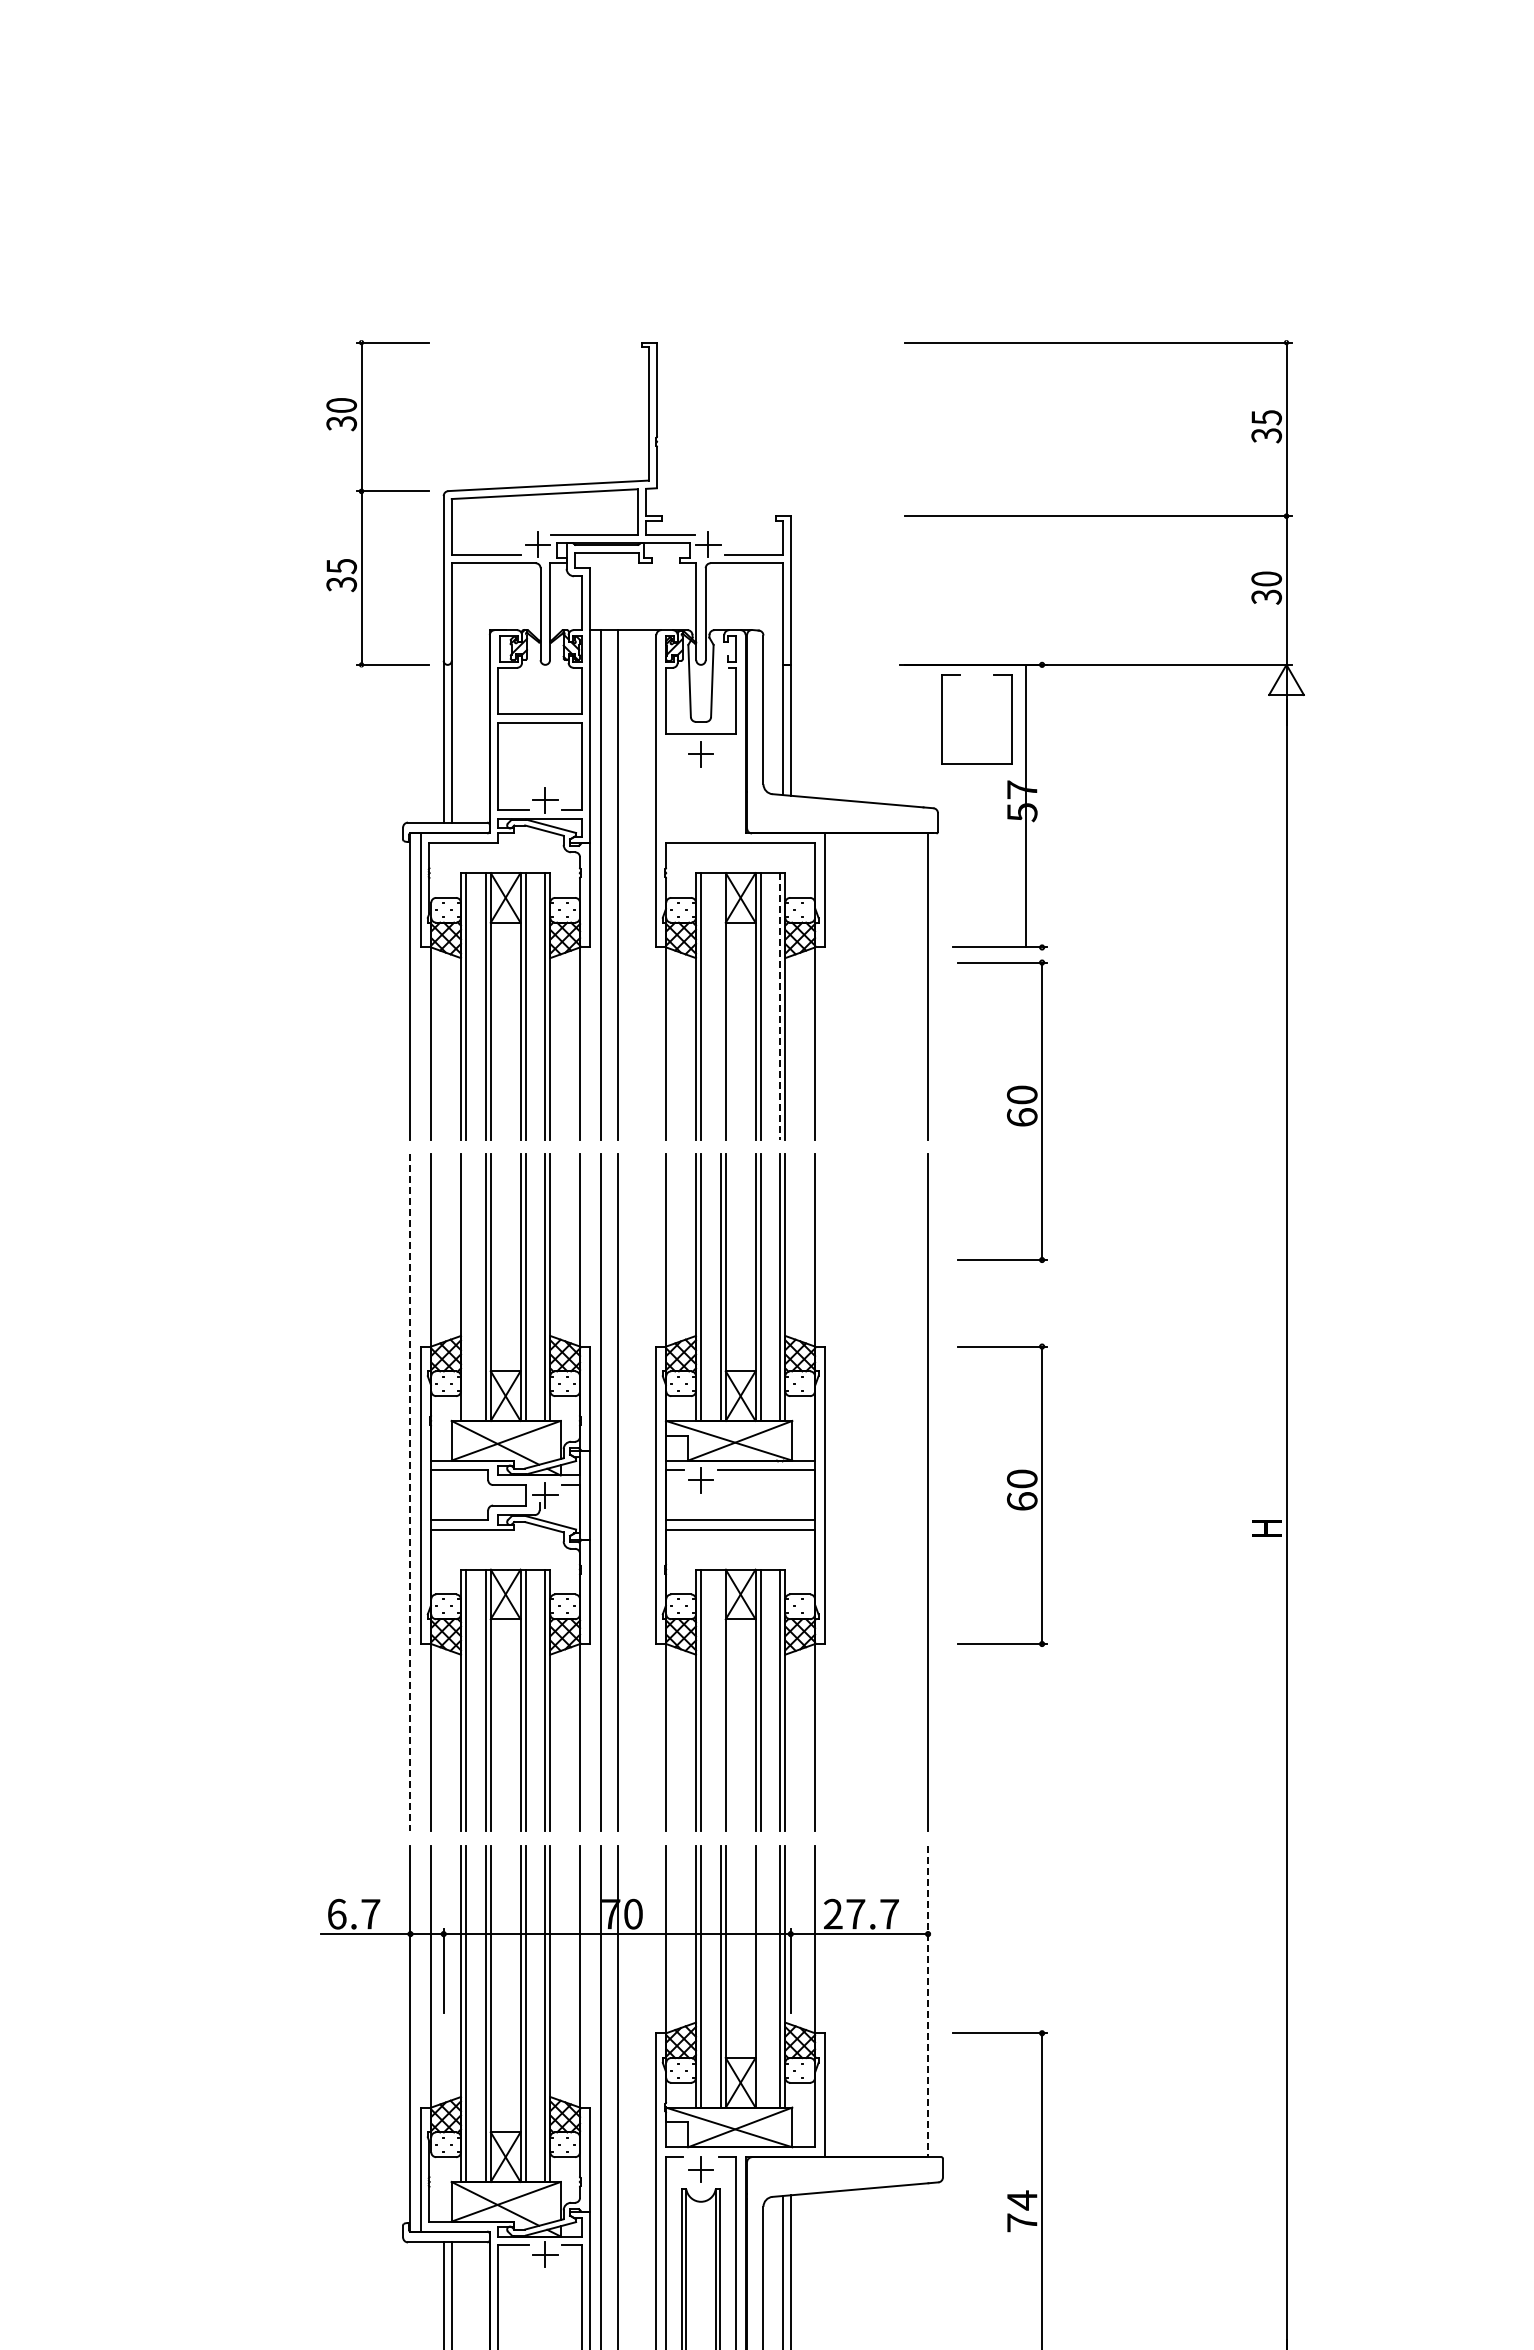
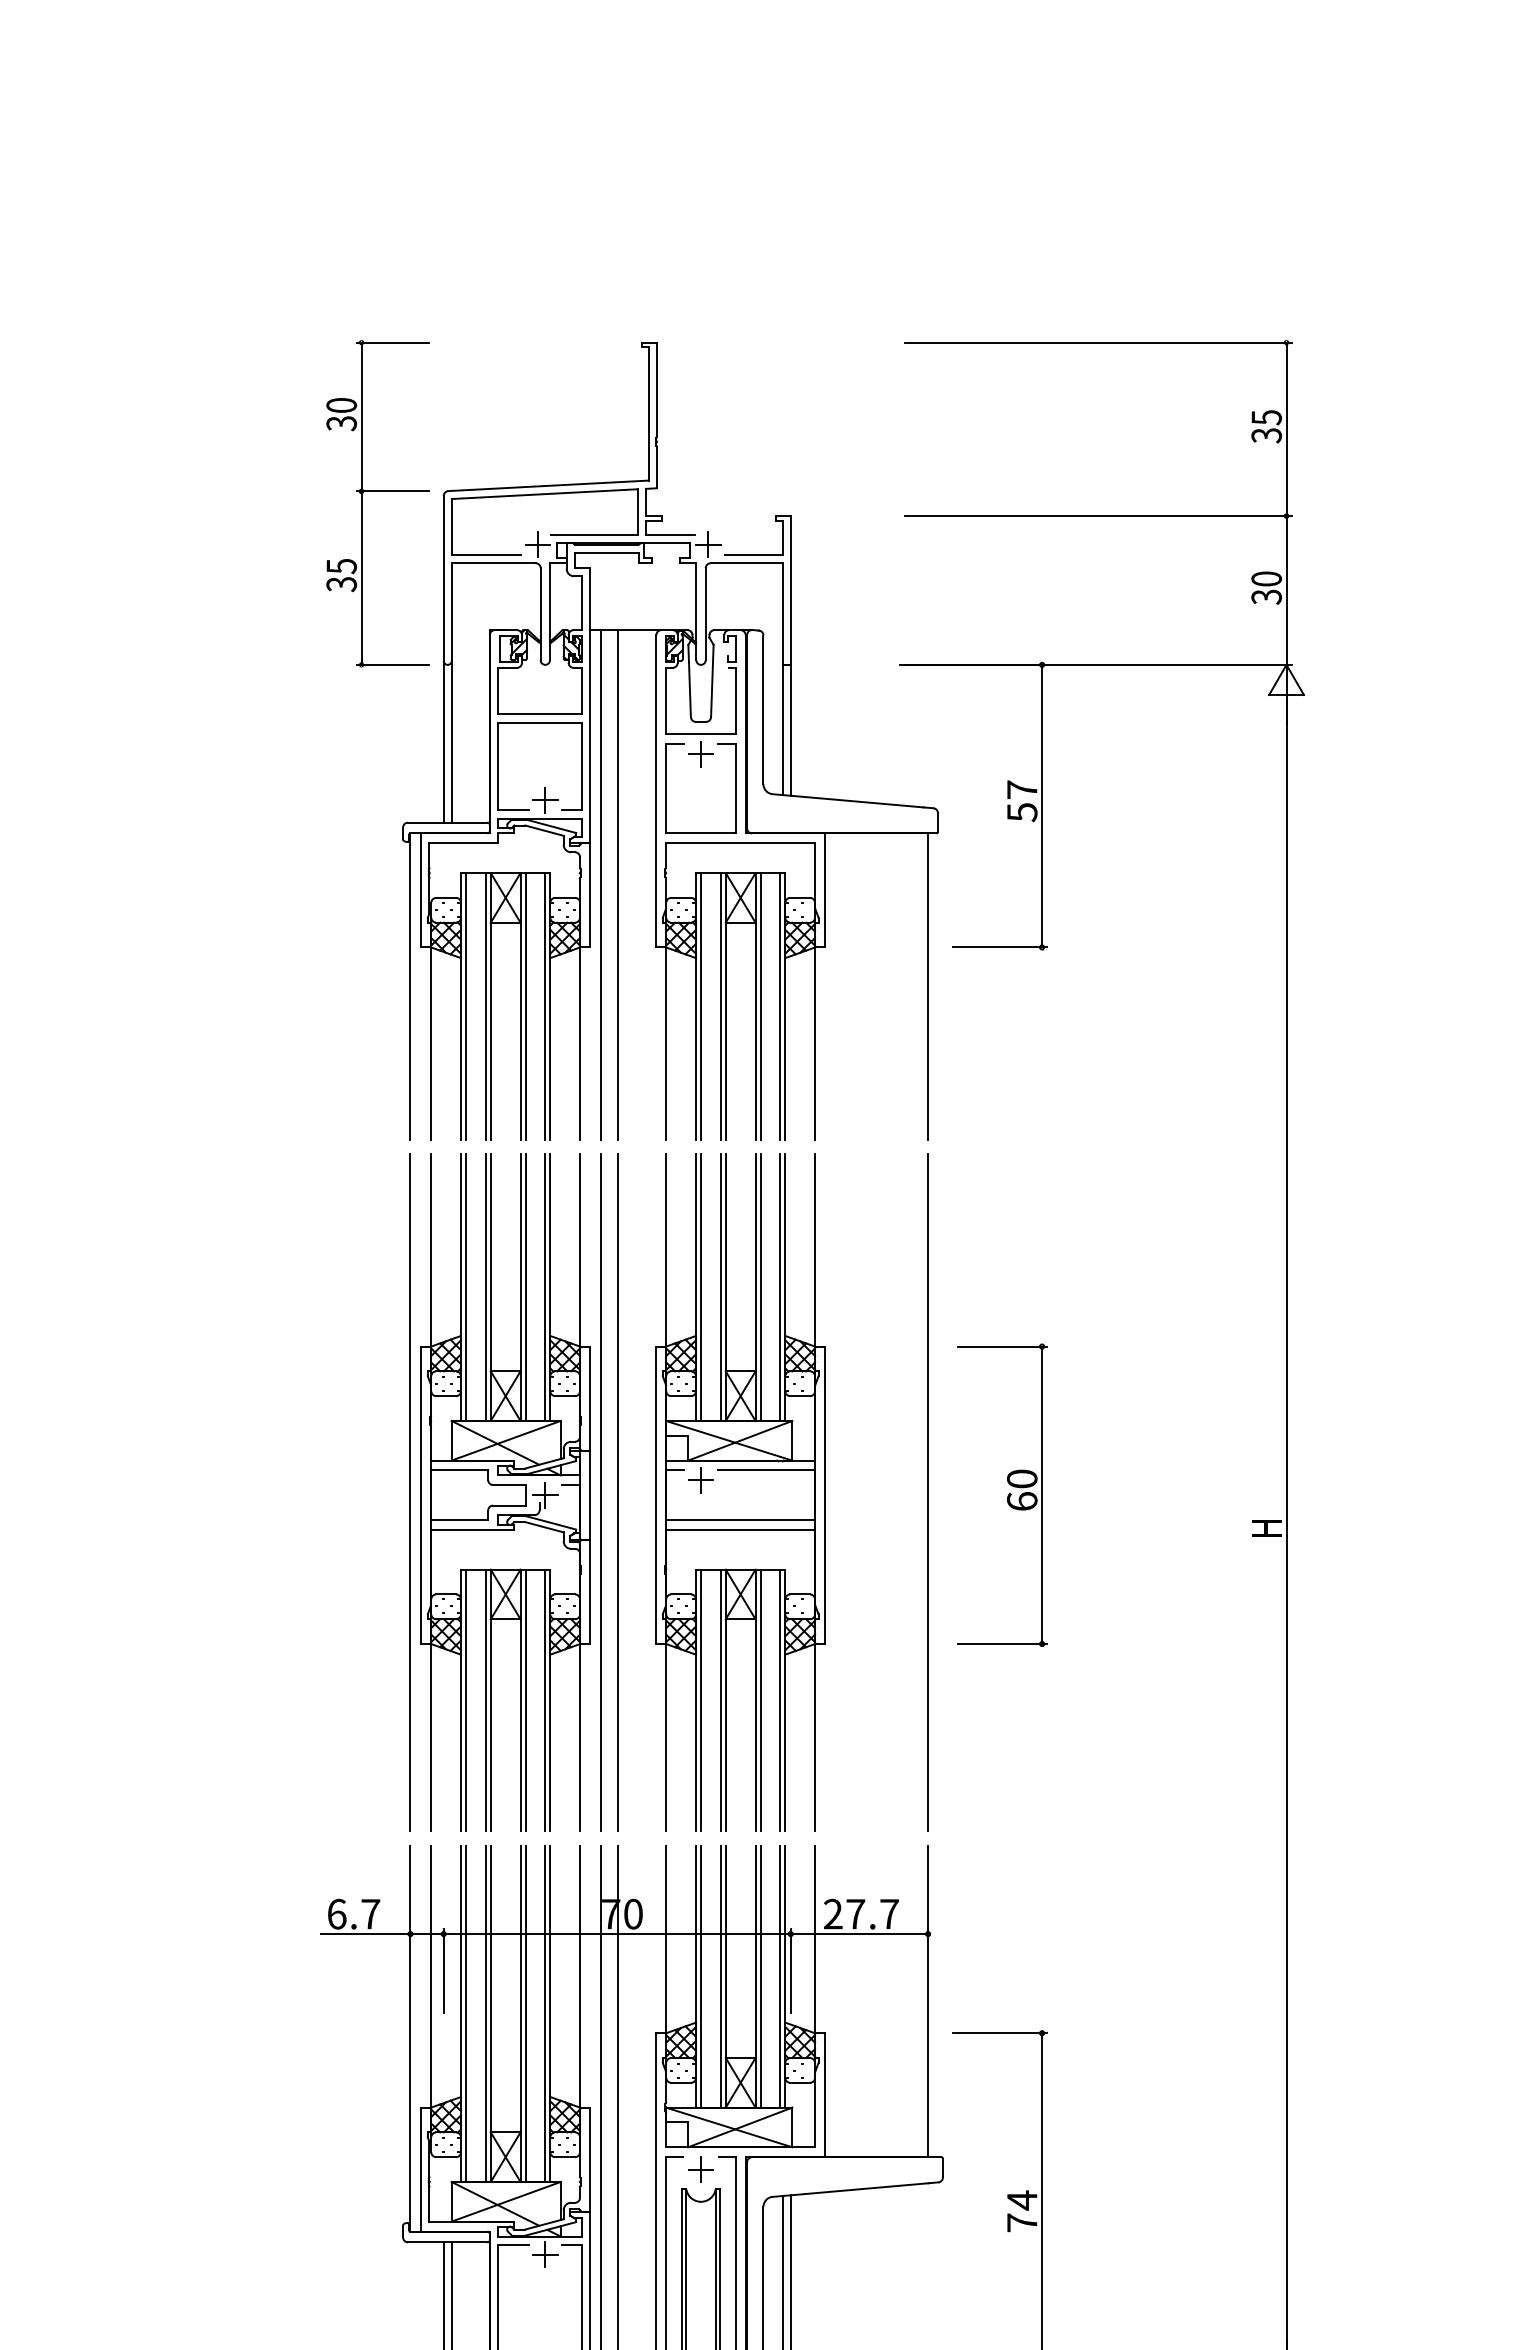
part at (942, 719) position: (942, 719) -> (666, 788)
line at (1026, 805) position: (1026, 805) -> (1042, 805)
line at (720, 1006): none -> present
line at (780, 1006): dashed -> solid
part at (1002, 1110): present -> none
line at (466, 1287): none -> present
line at (410, 1493): dashed -> solid
line at (720, 1700): none -> present
line at (760, 1976): none -> present
line at (928, 2001): dashed -> solid
